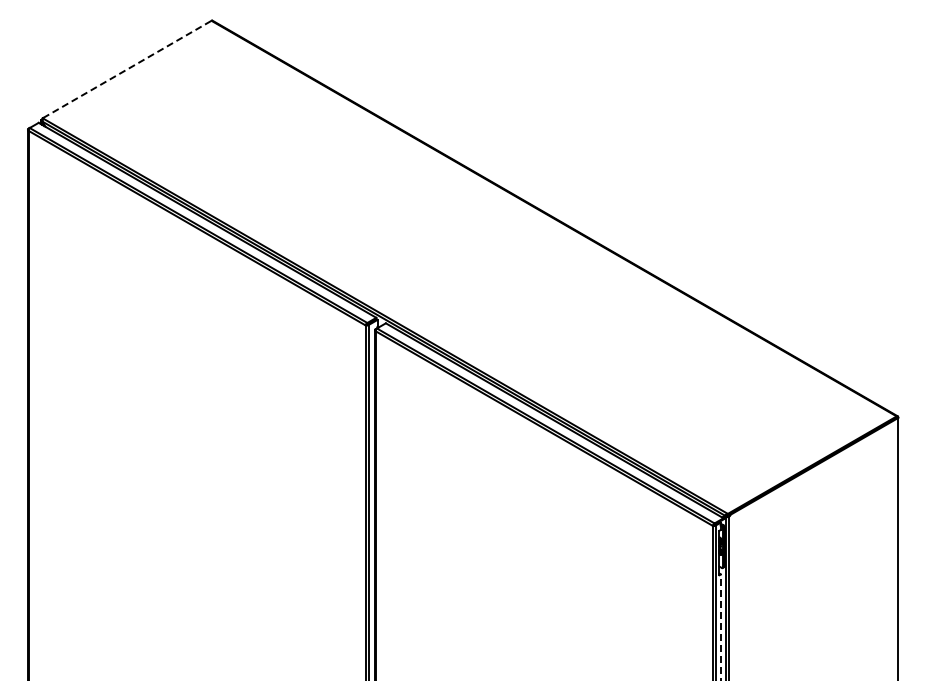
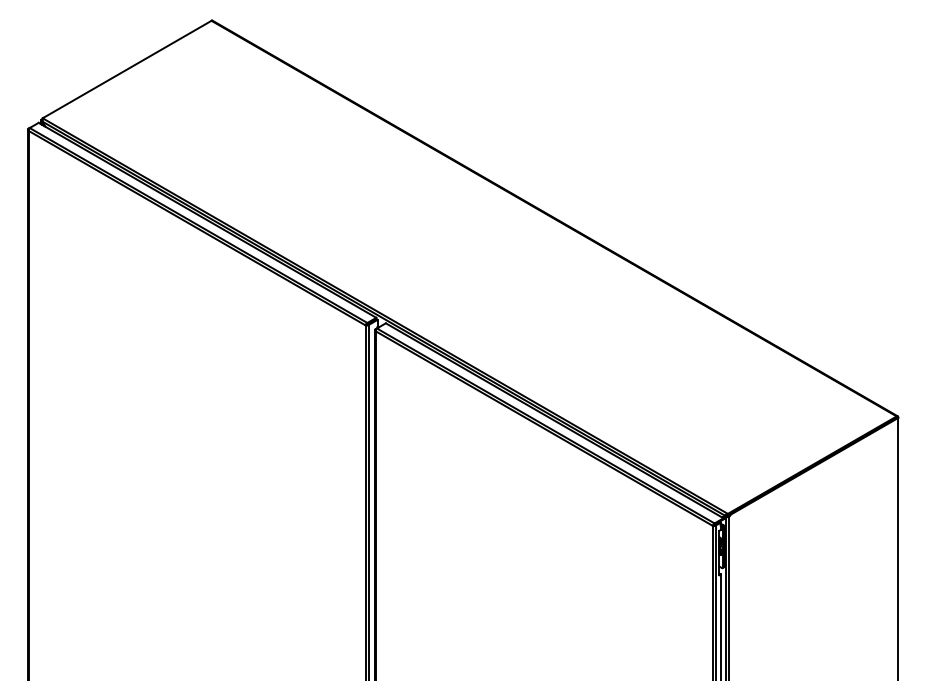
line at (127, 69): dashed -> solid
line at (720, 627): dashed -> solid
